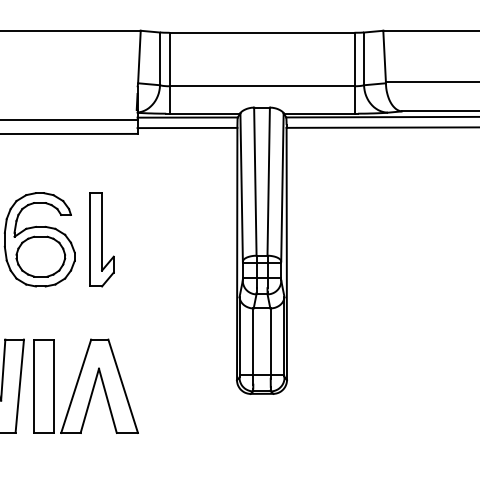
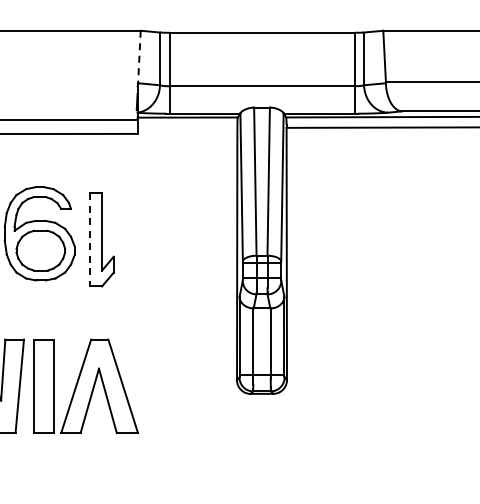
line at (139, 57): solid -> dashed
line at (187, 127): present -> none
part at (39, 239) position: (39, 239) -> (39, 233)
line at (90, 239): solid -> dashed
